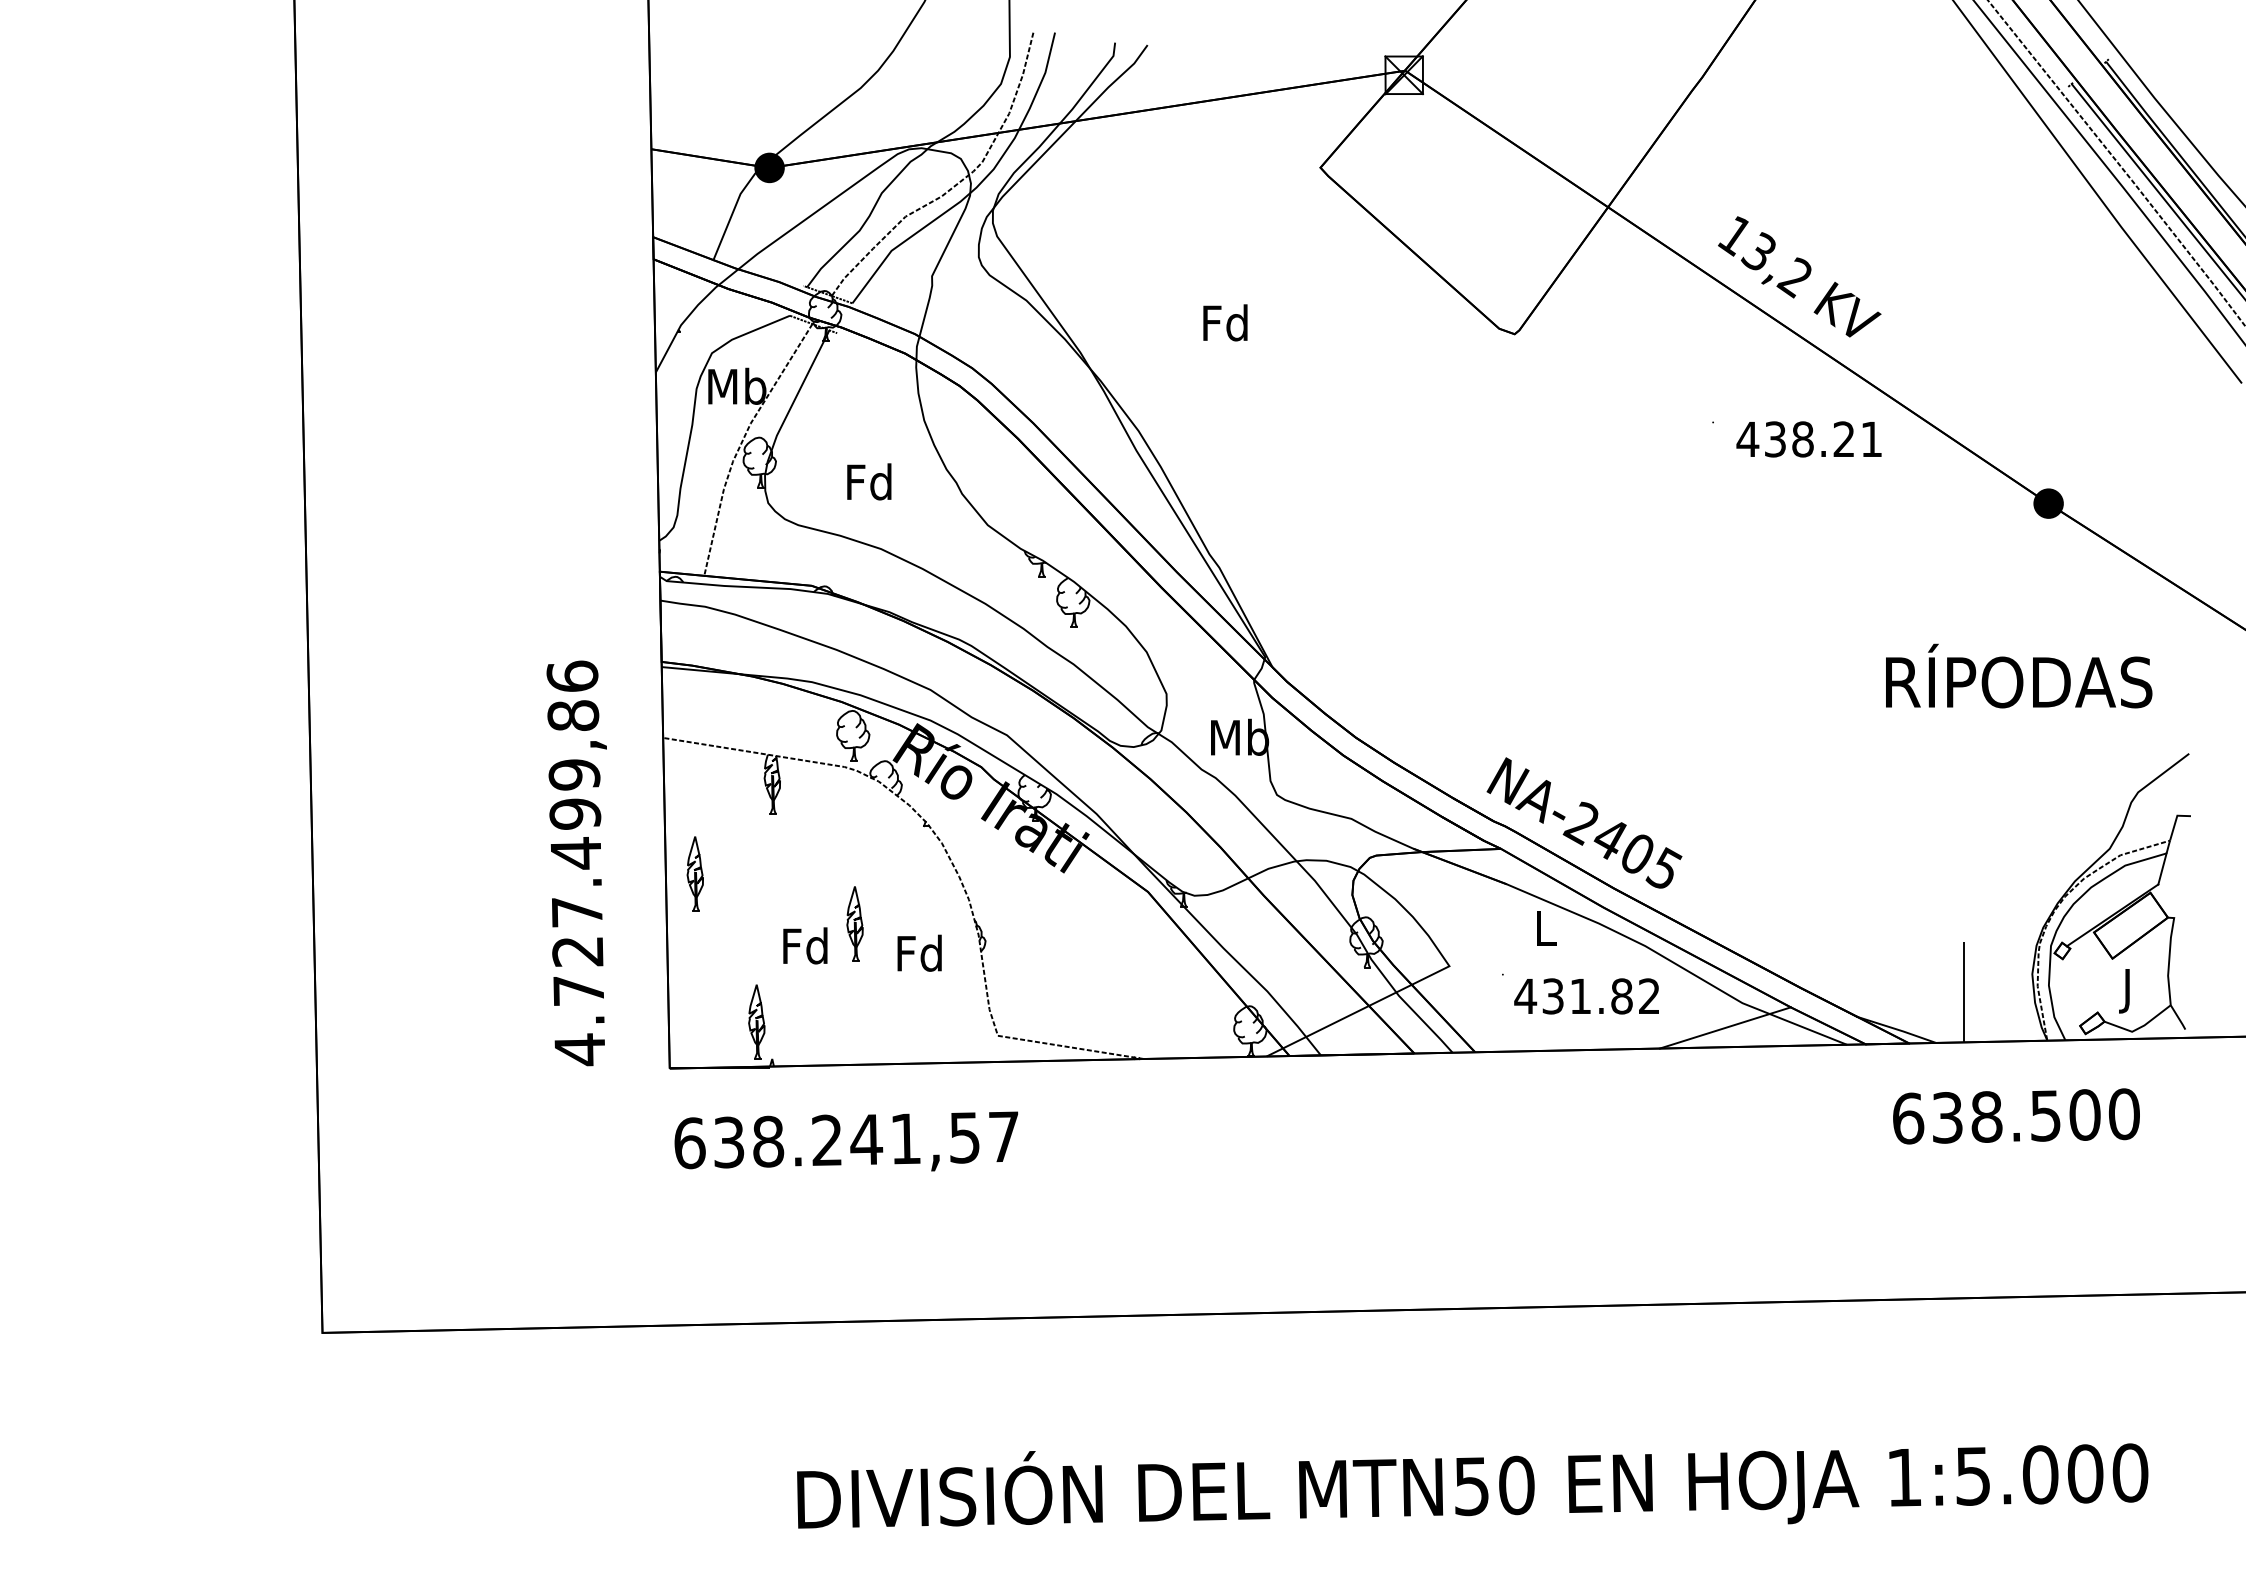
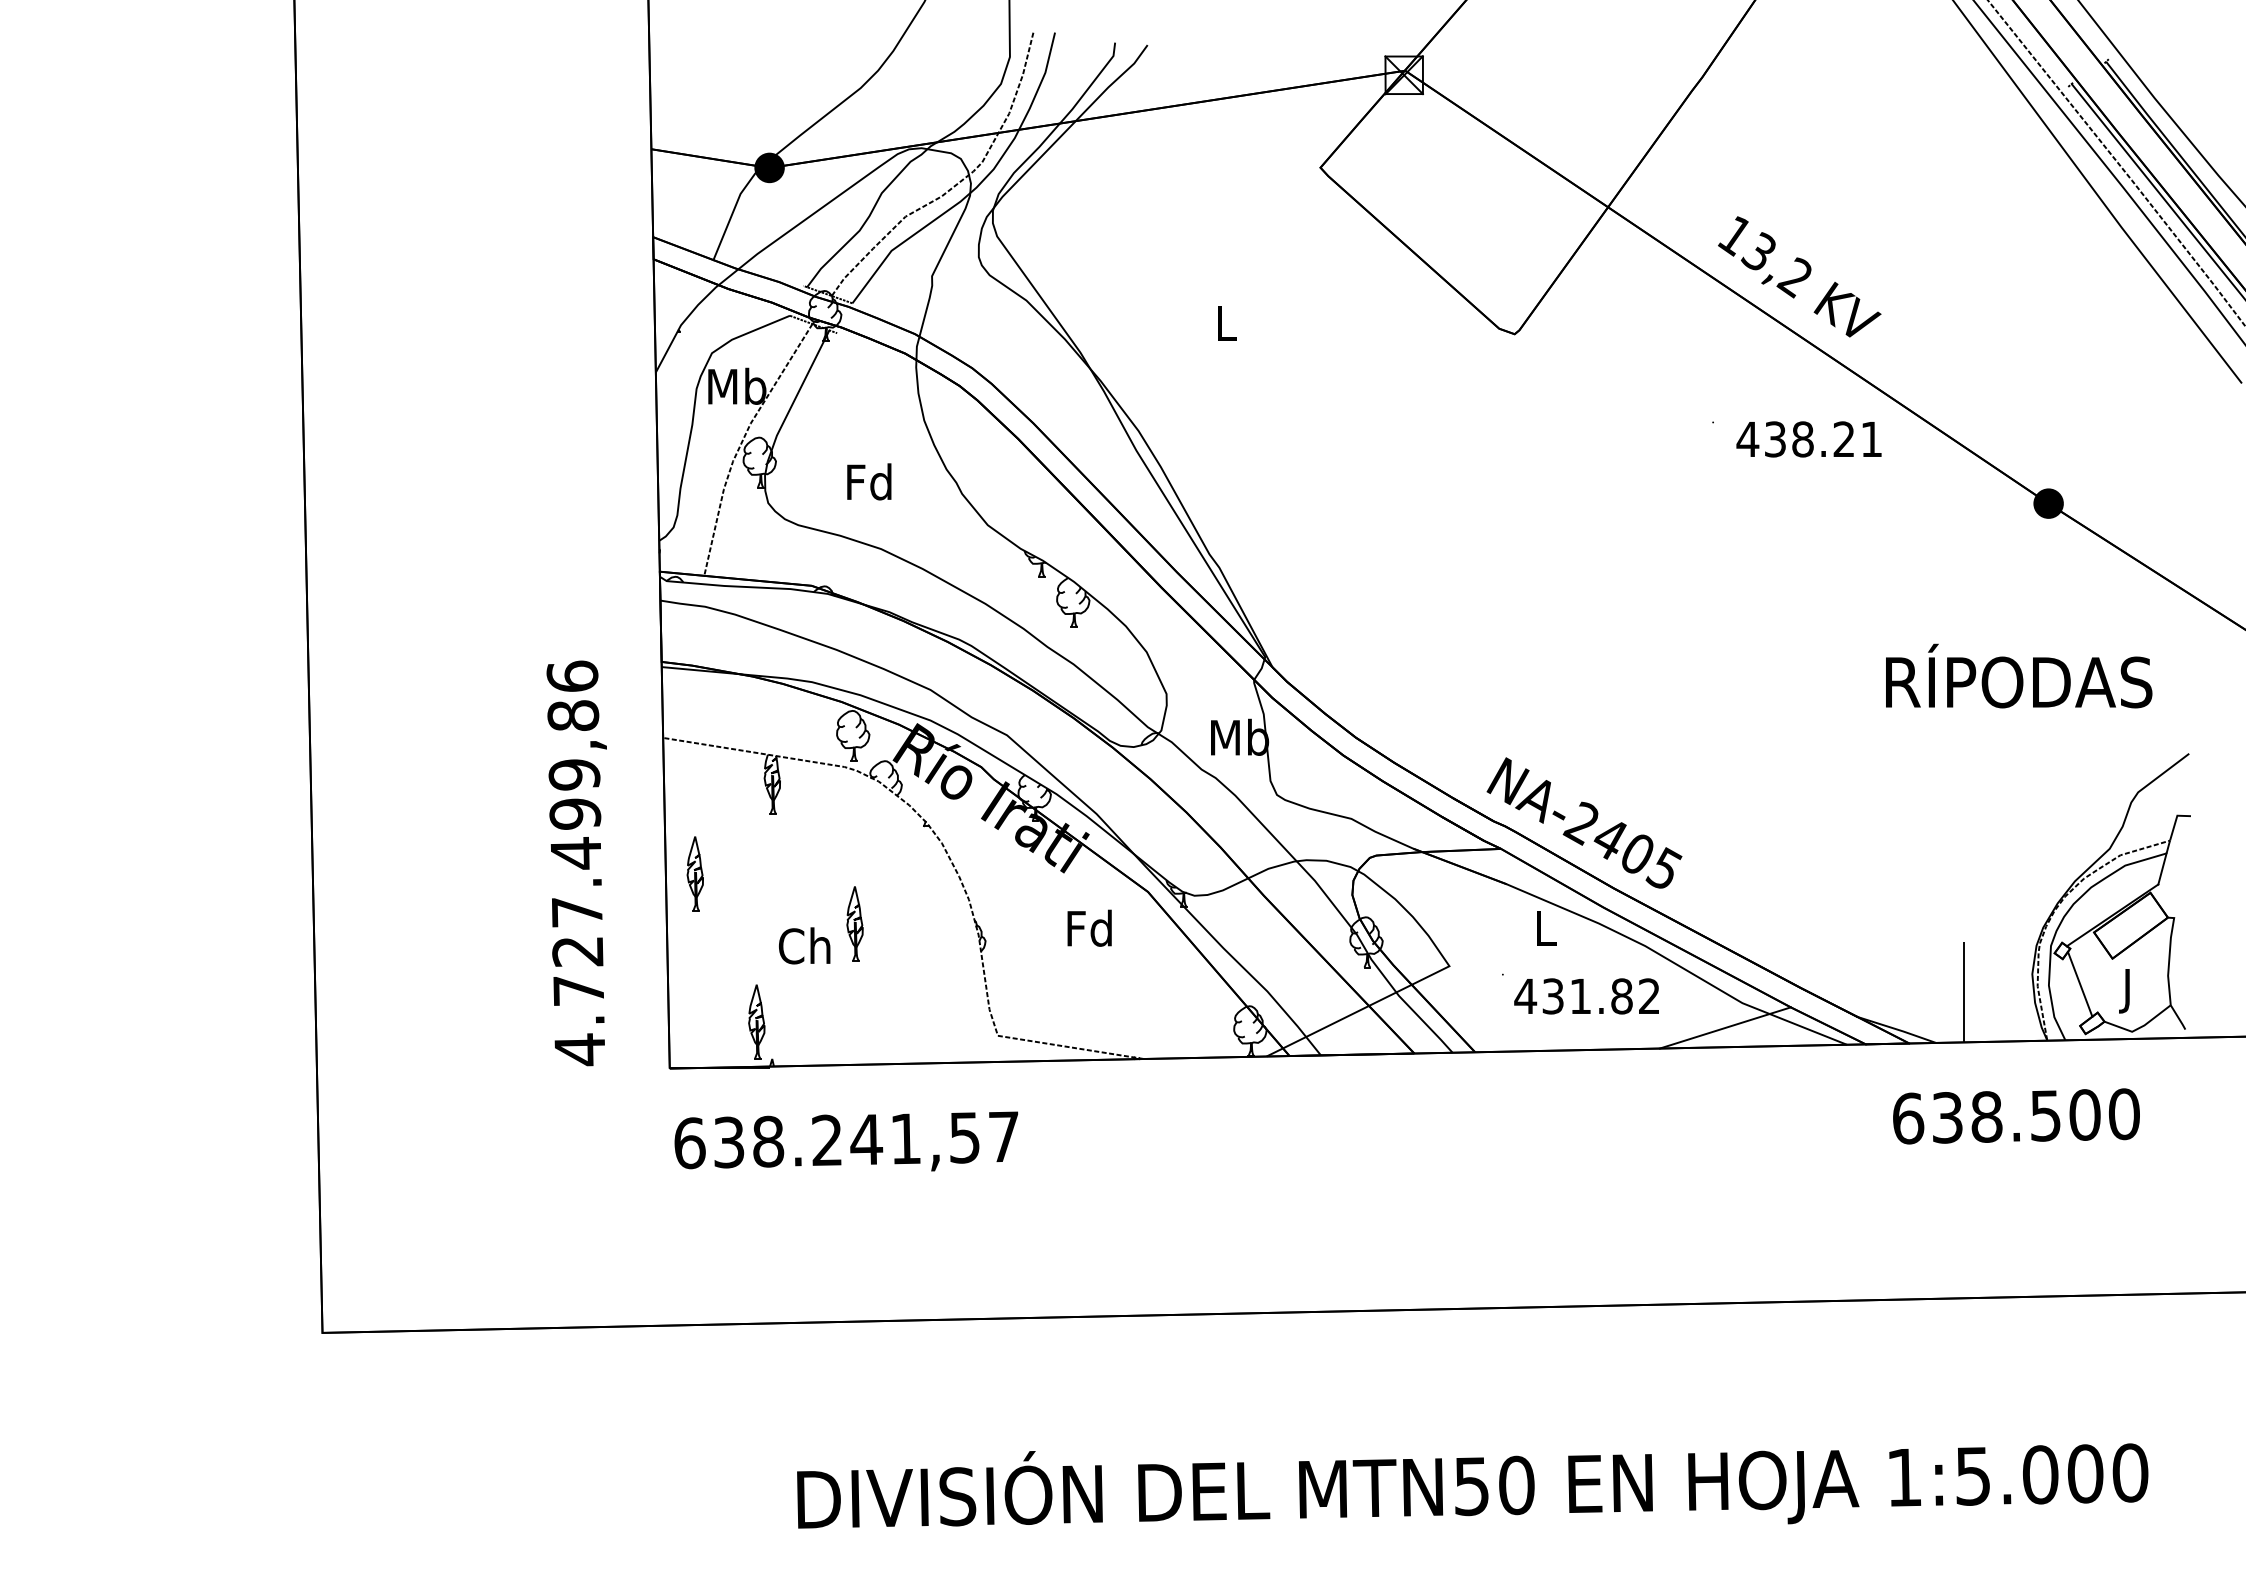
text at (1225, 322): Fd -> L
text at (804, 945): Fd -> Ch
text at (919, 952) position: (919, 952) -> (1089, 927)
line at (2079, 983): none -> present
